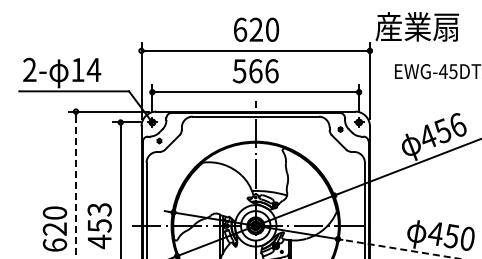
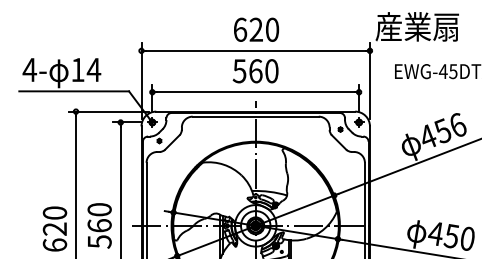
text at (29, 69): 2- -> 4-
text at (271, 71): 566 -> 560
line at (76, 187): dashed -> solid
text at (99, 226): 453 -> 560
line at (401, 249): dashed -> solid
